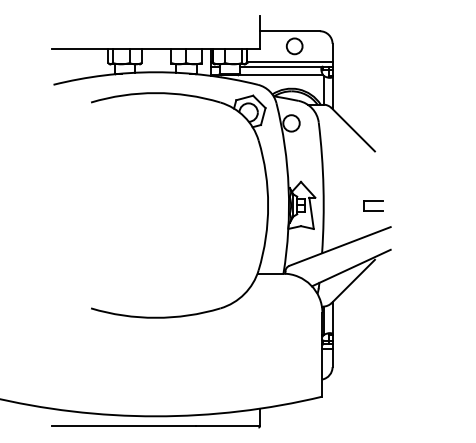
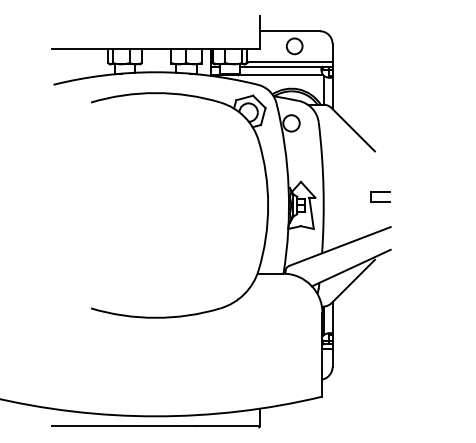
part at (373, 205) position: (373, 205) -> (380, 196)
